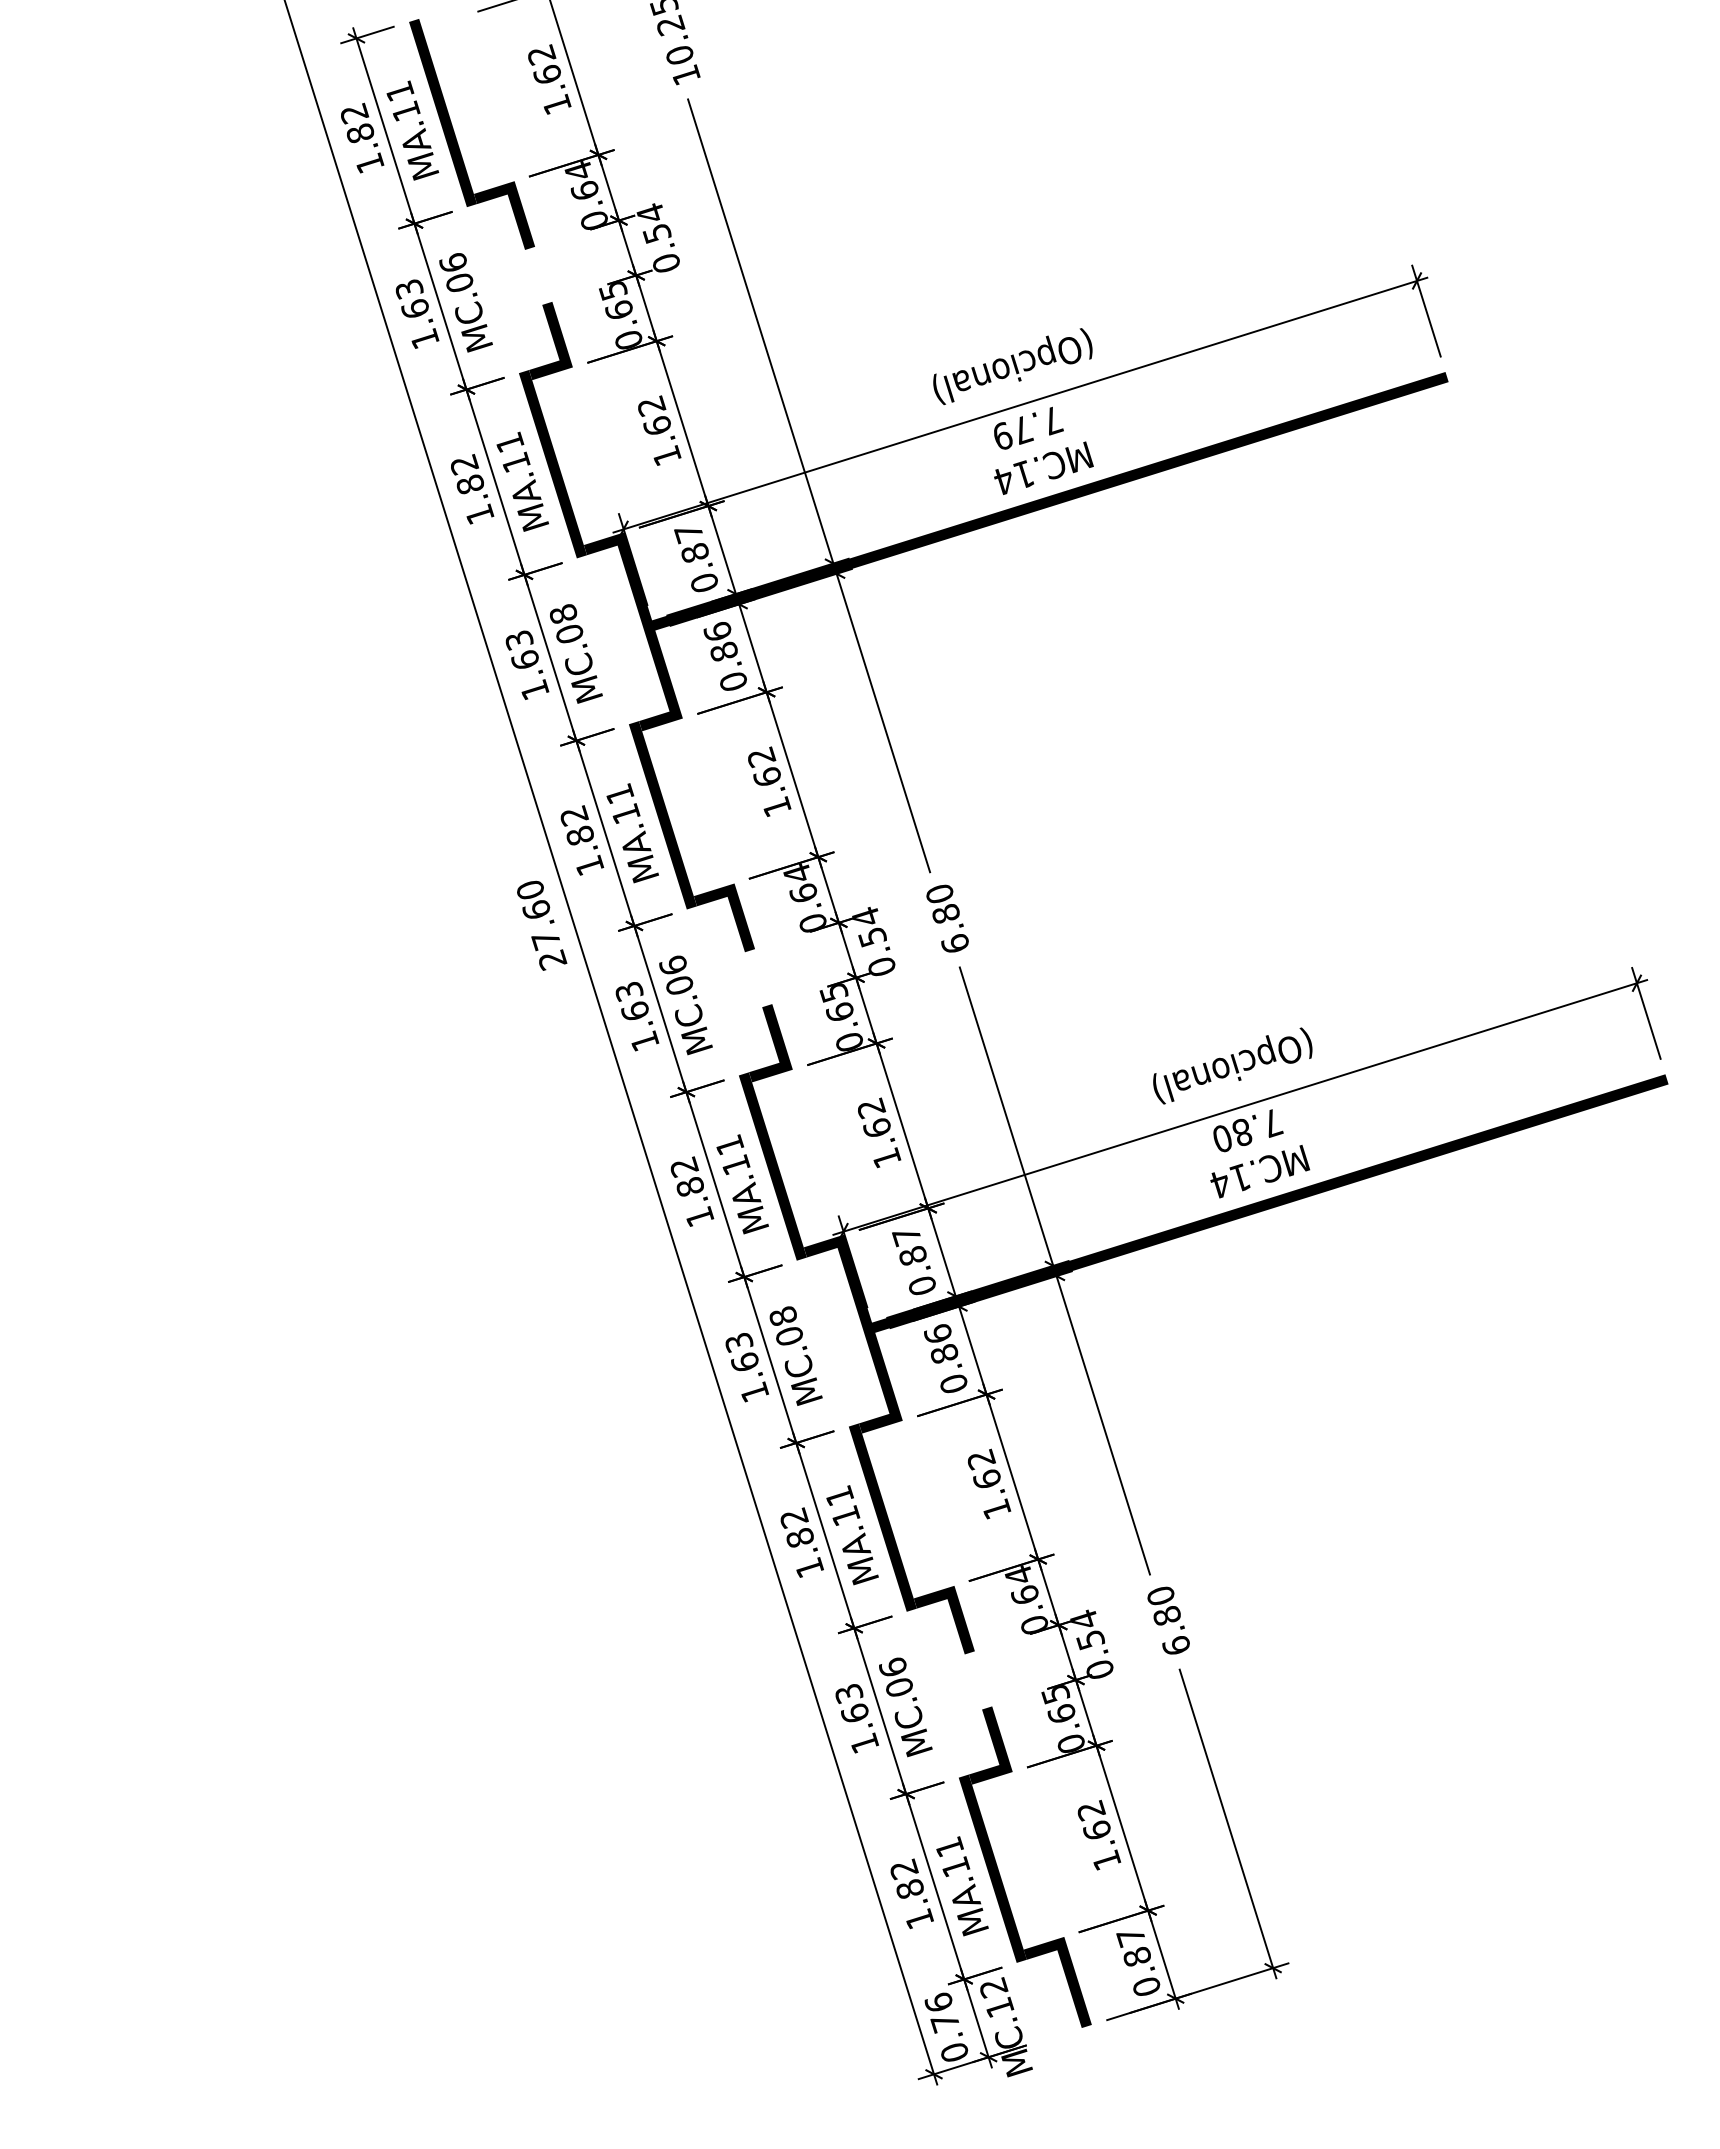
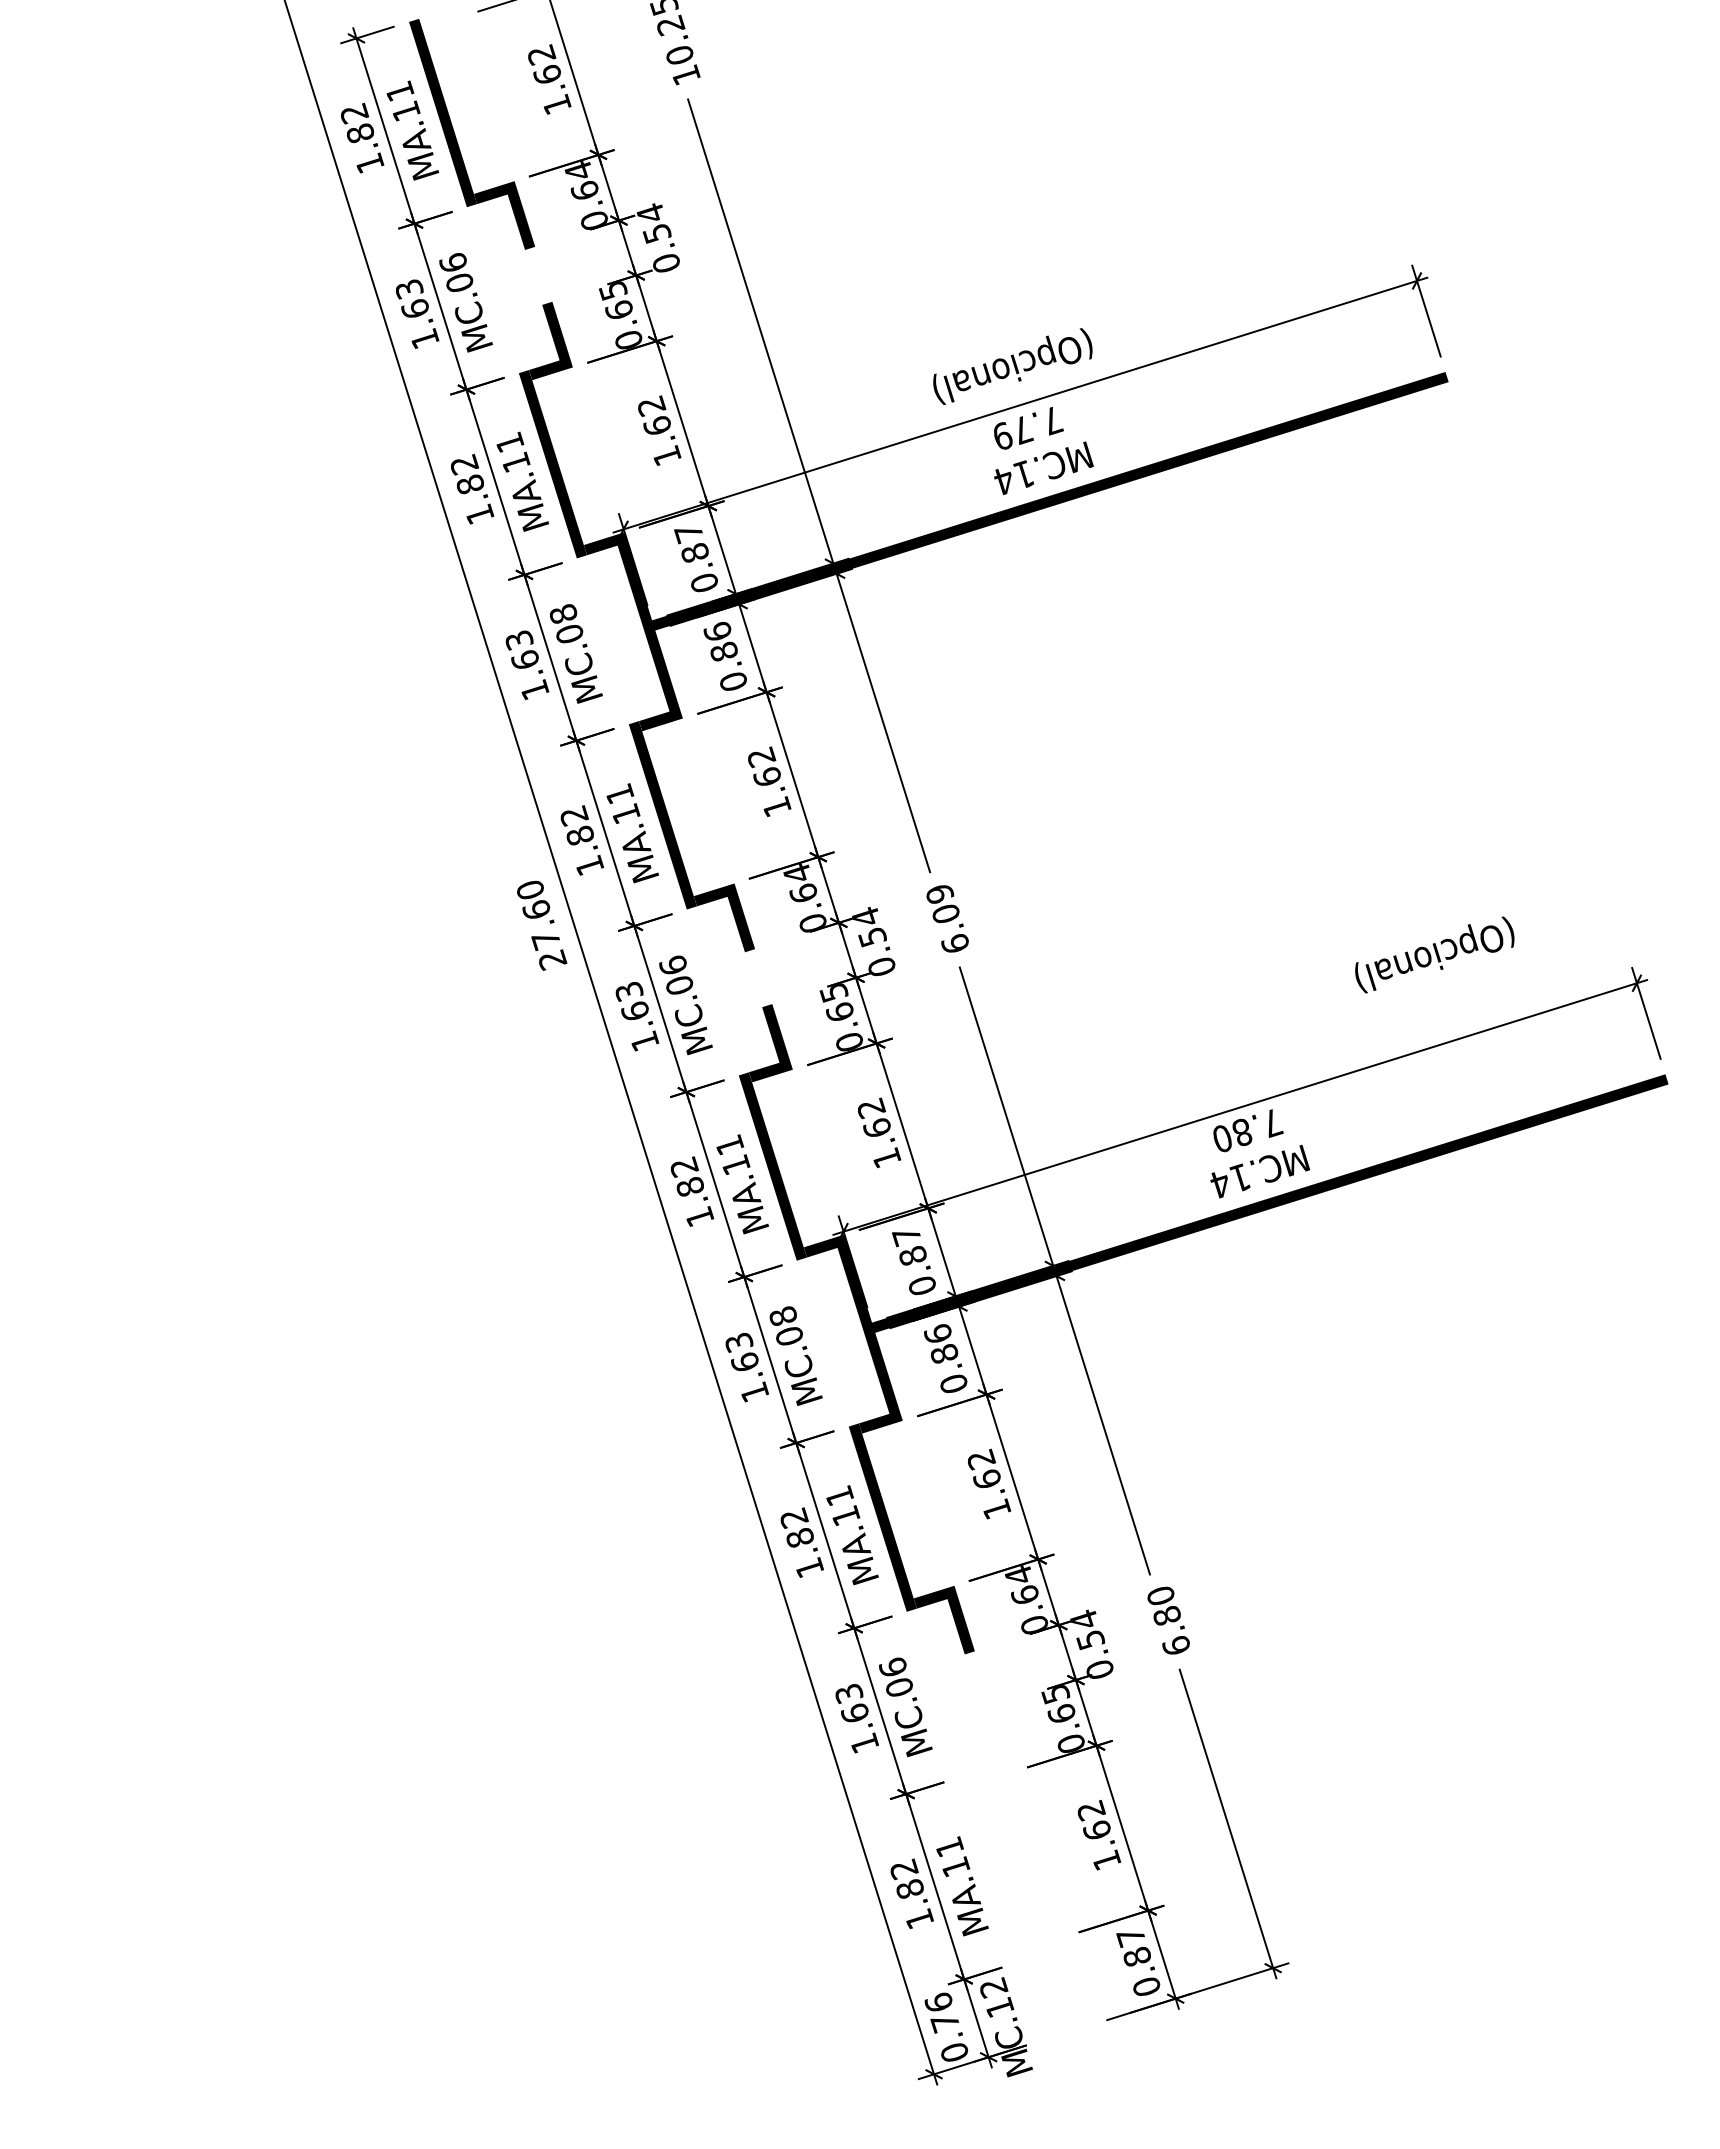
text at (942, 903): 6.80 -> 6.09
text at (1232, 1065) position: (1232, 1065) -> (1434, 954)
part at (1000, 1874): present -> none
